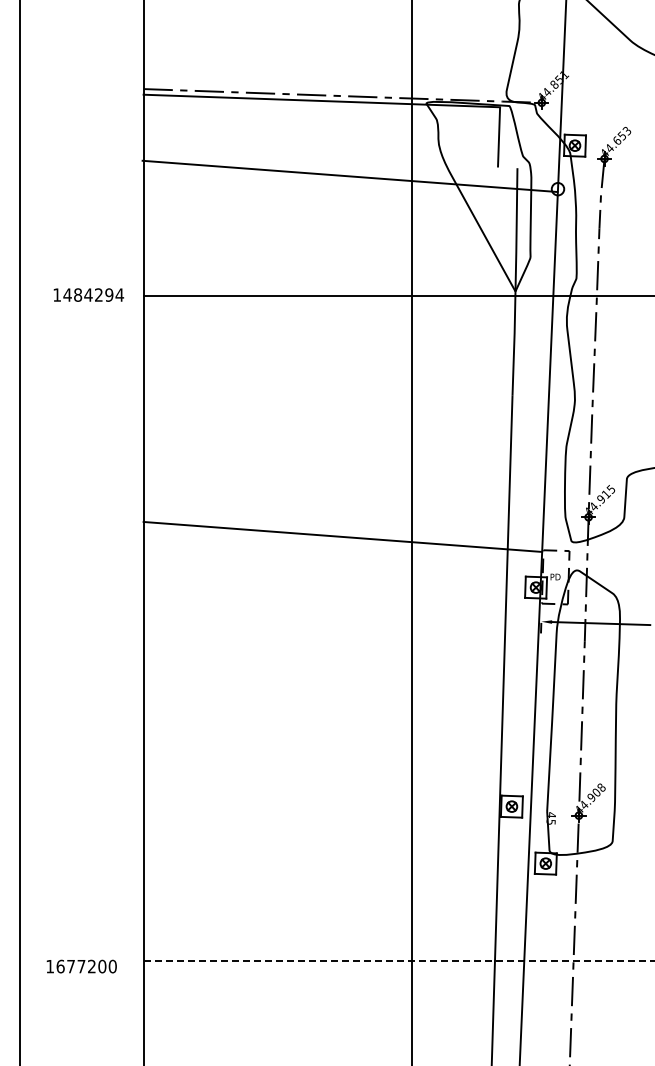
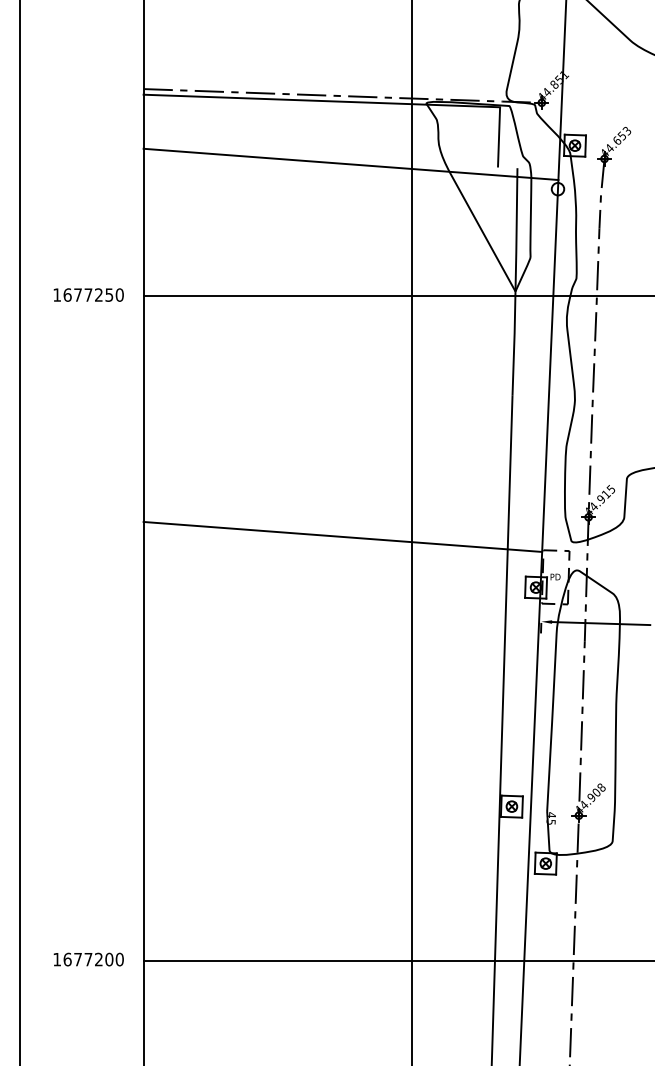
line at (349, 176) position: (349, 176) -> (350, 164)
text at (93, 294): 1484294 -> 1677250
line at (399, 960): dashed -> solid
text at (81, 966) position: (81, 966) -> (88, 959)
